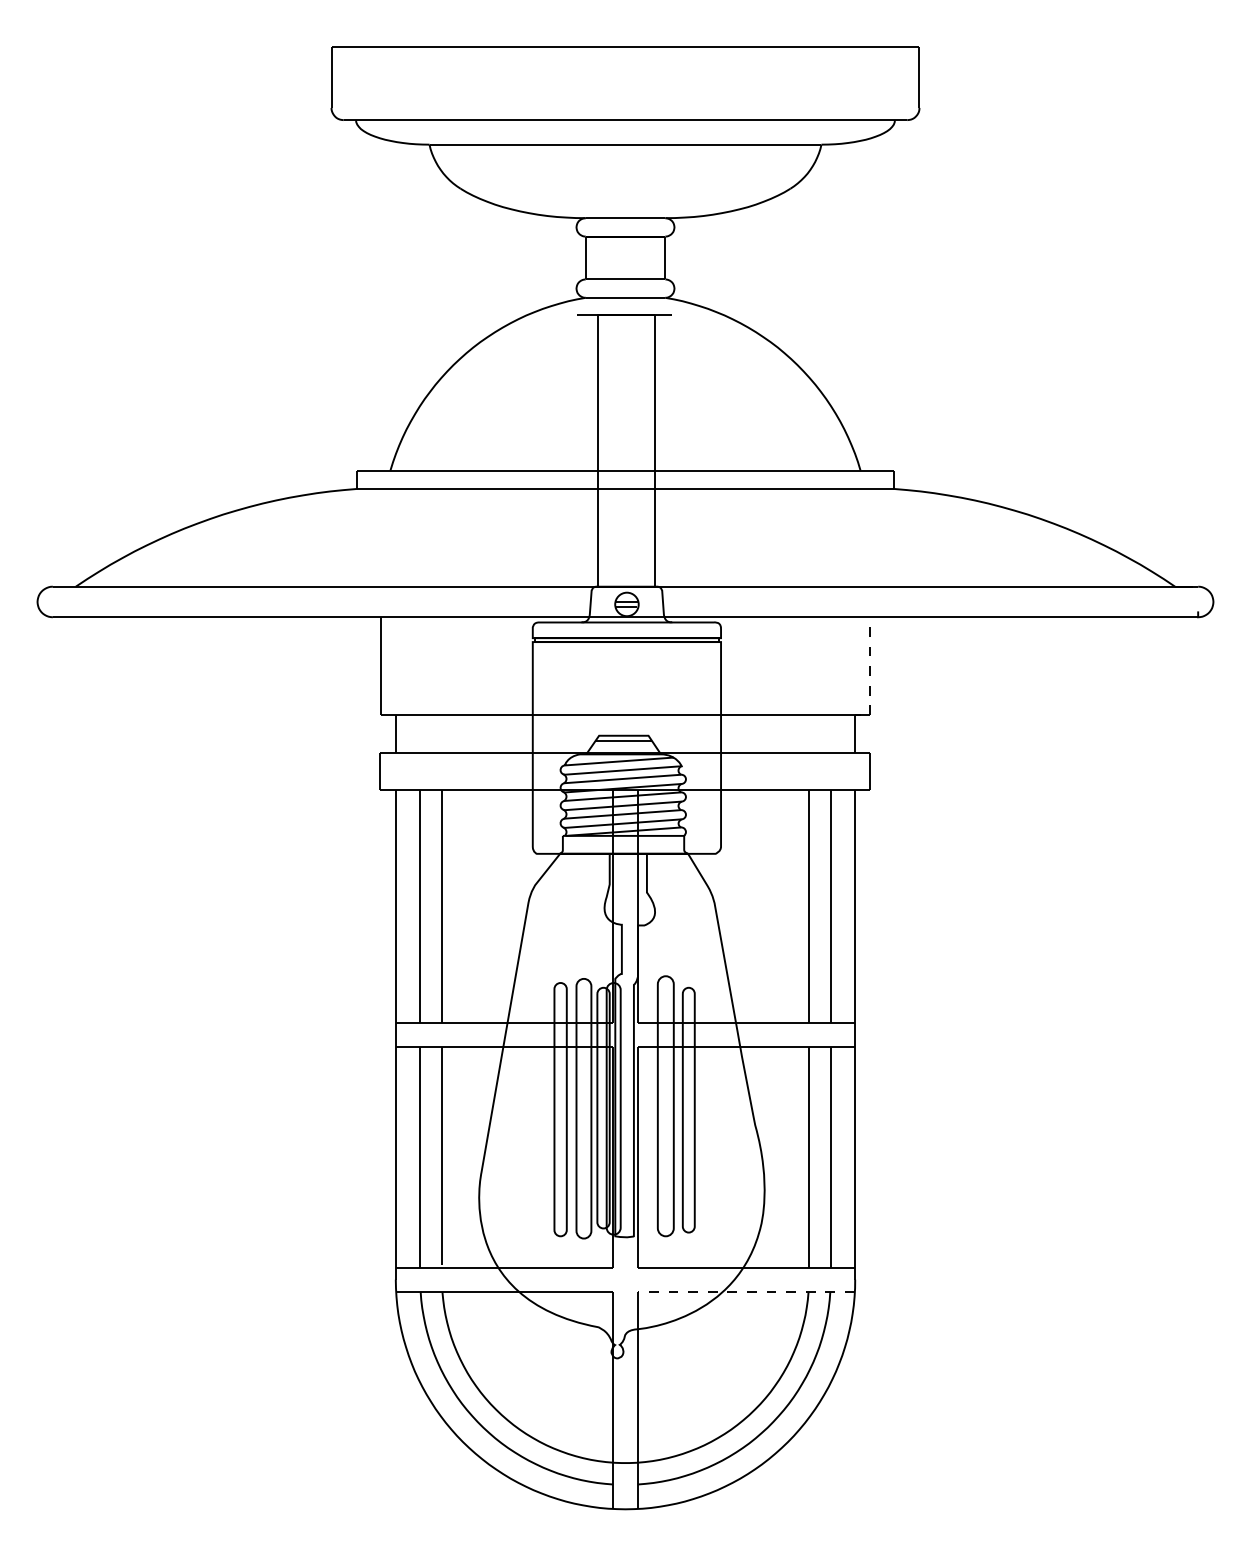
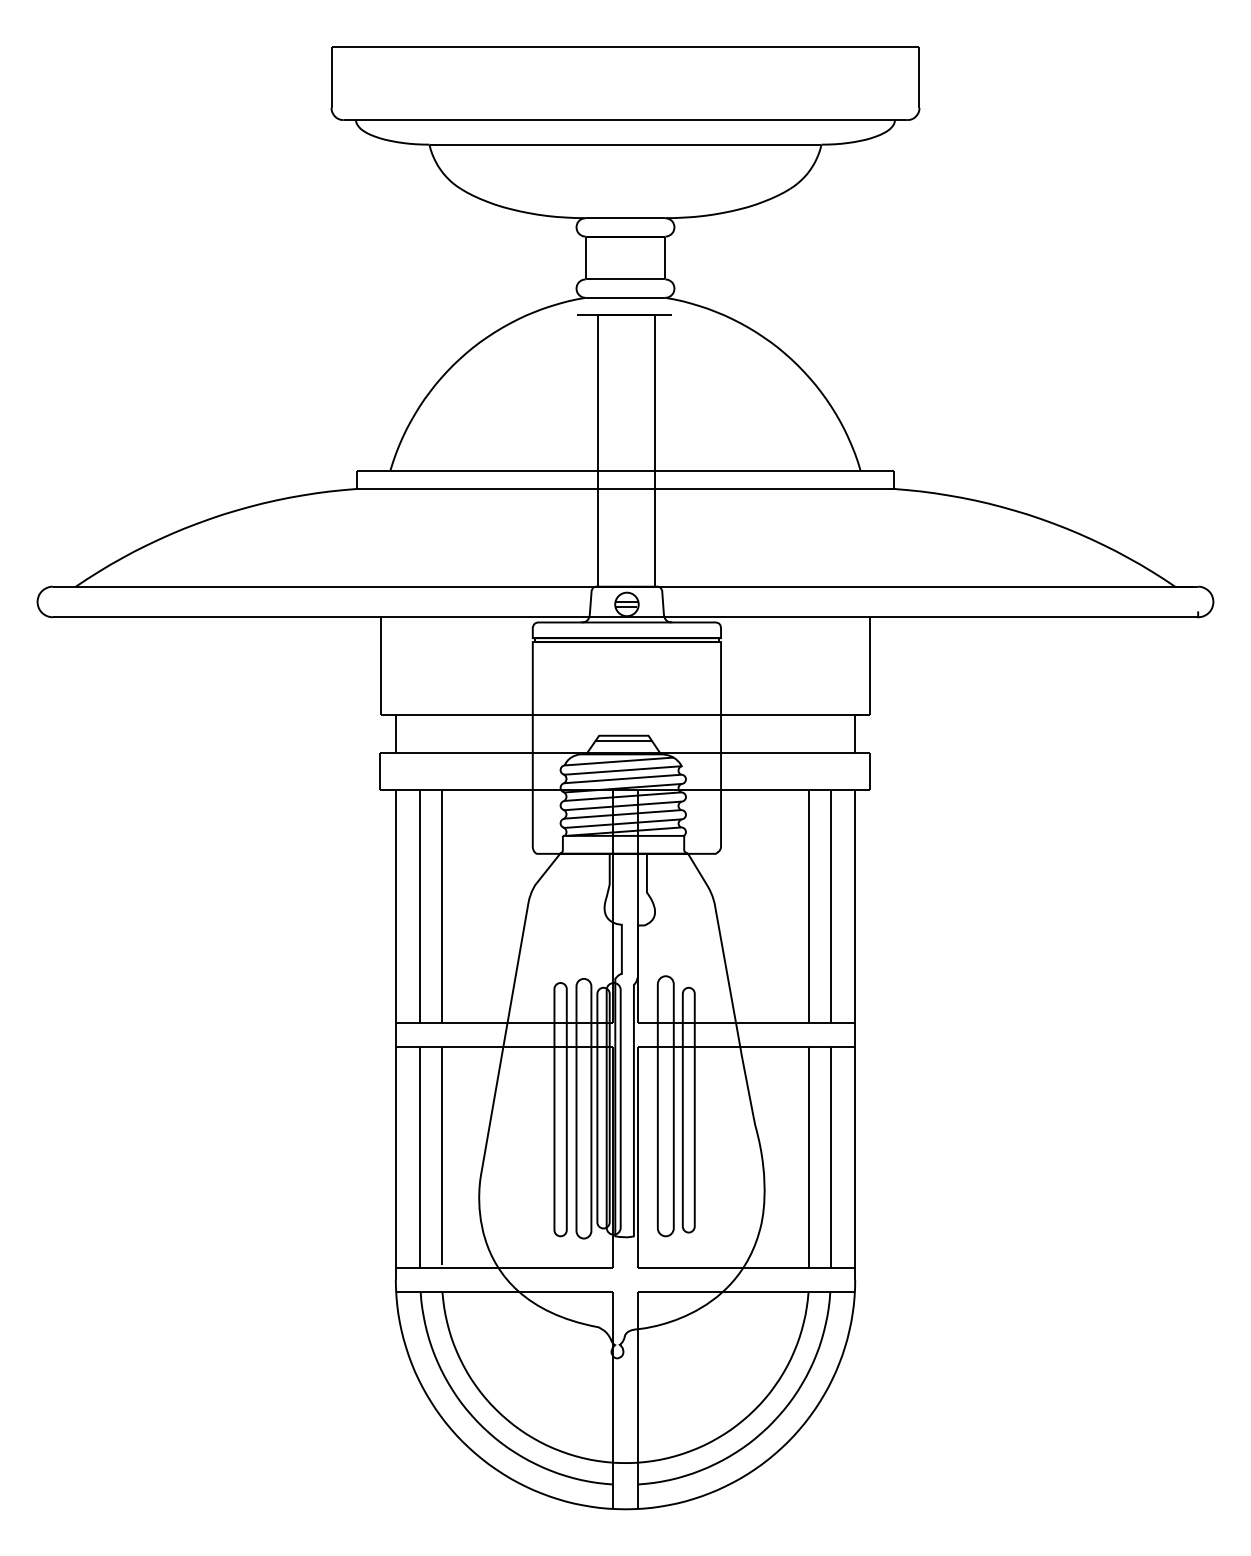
line at (870, 666): dashed -> solid
line at (745, 1292): dashed -> solid
